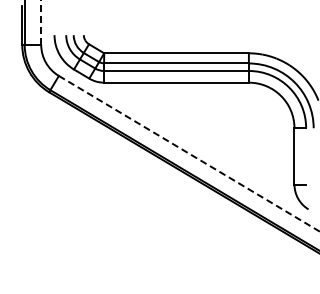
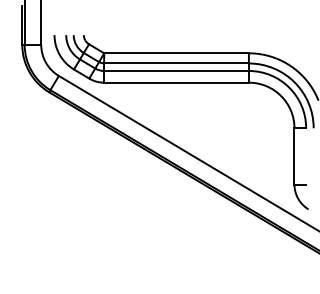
line at (41, 22): dashed -> solid
line at (189, 153): dashed -> solid
